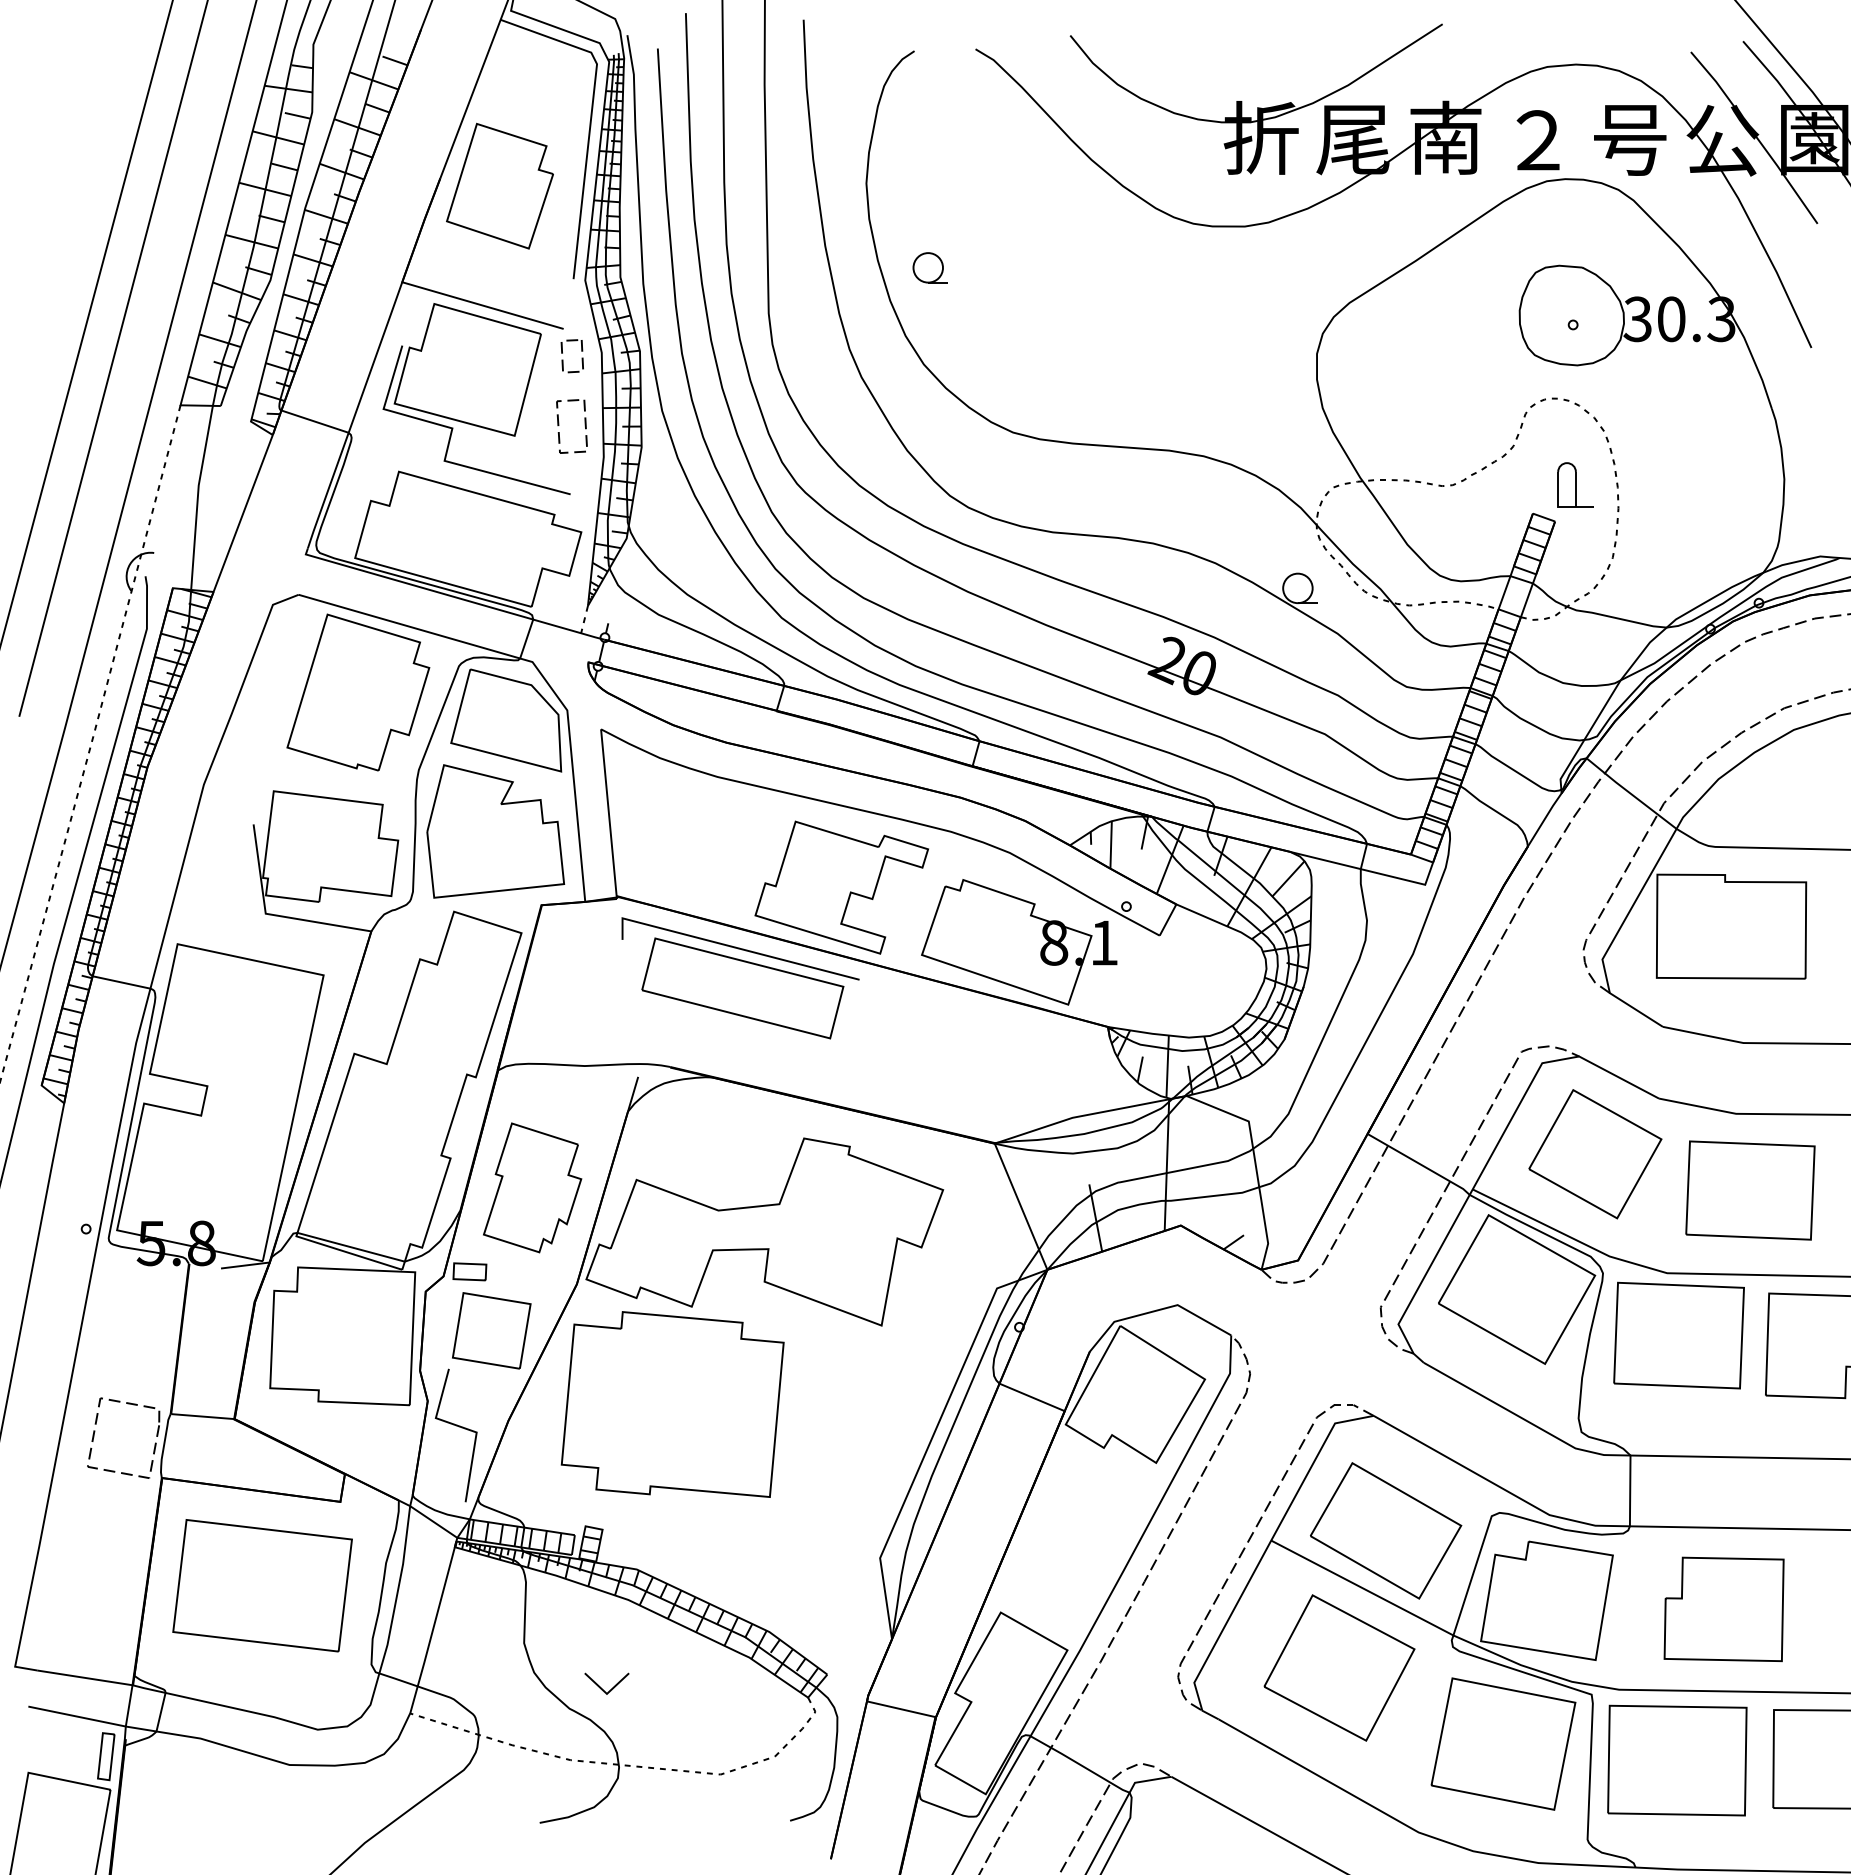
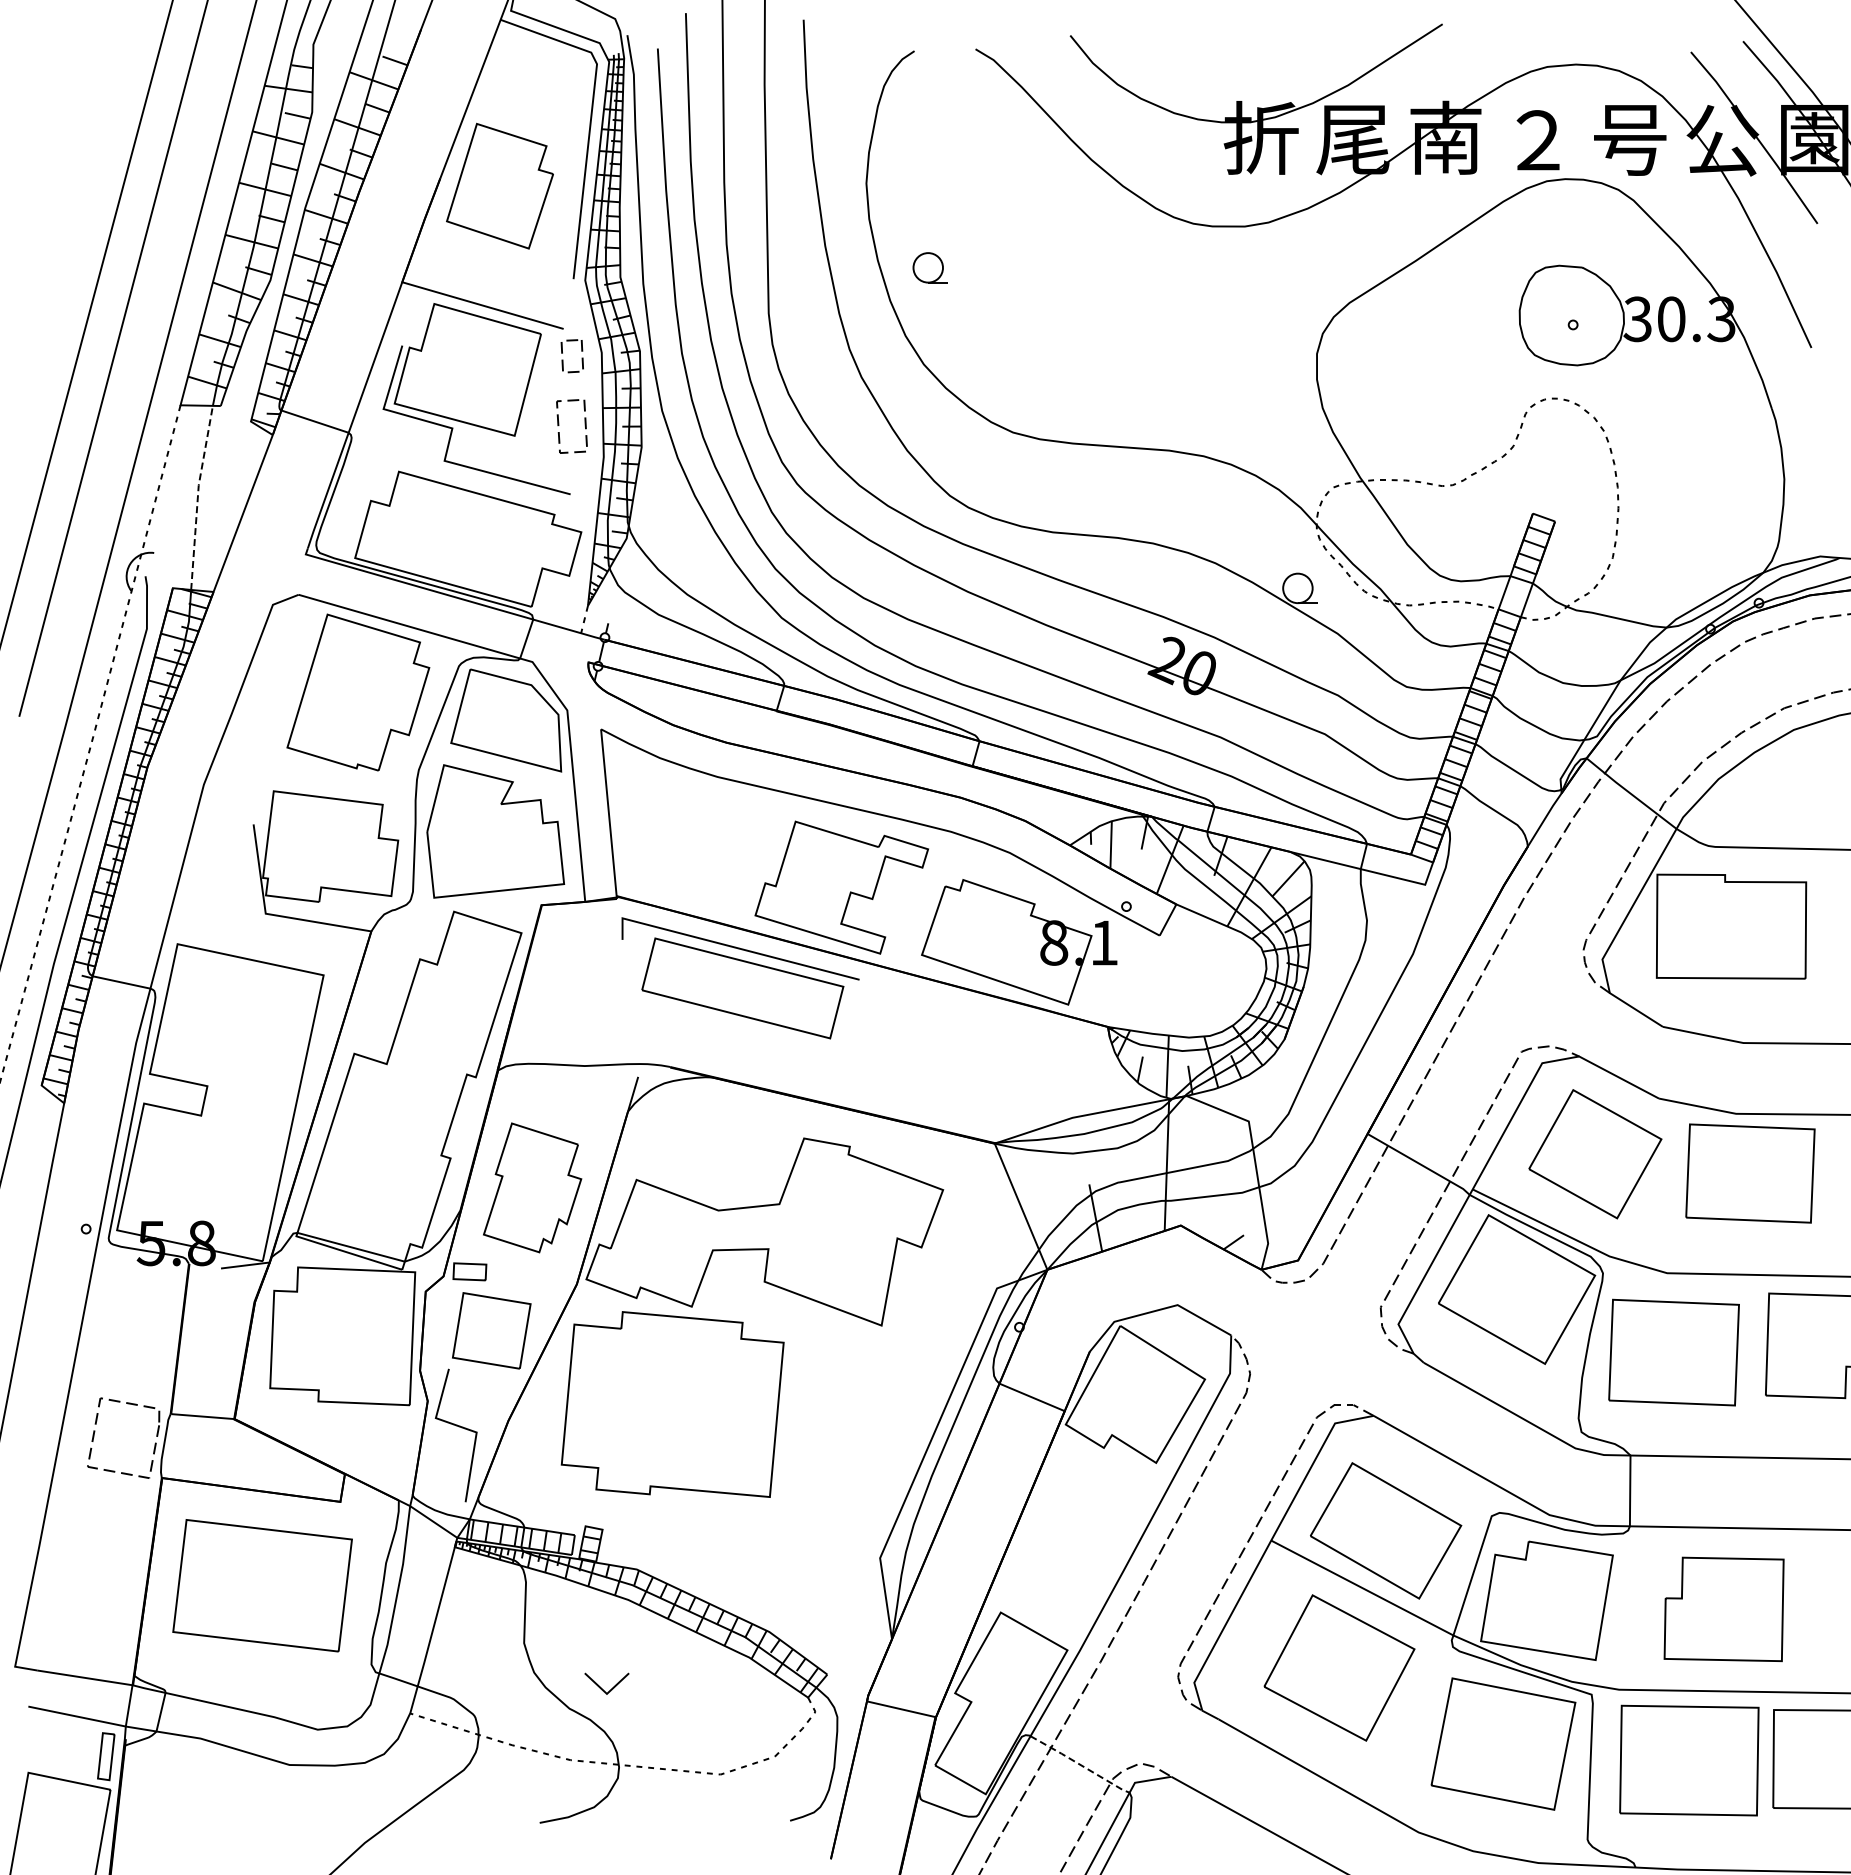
part at (1575, 484): present -> none
line at (197, 496): solid -> dashed
part at (1750, 1190) position: (1750, 1190) -> (1750, 1173)
part at (1678, 1335) position: (1678, 1335) -> (1673, 1352)
part at (1677, 1760) position: (1677, 1760) -> (1689, 1760)
line at (1080, 1764): solid -> dashed
